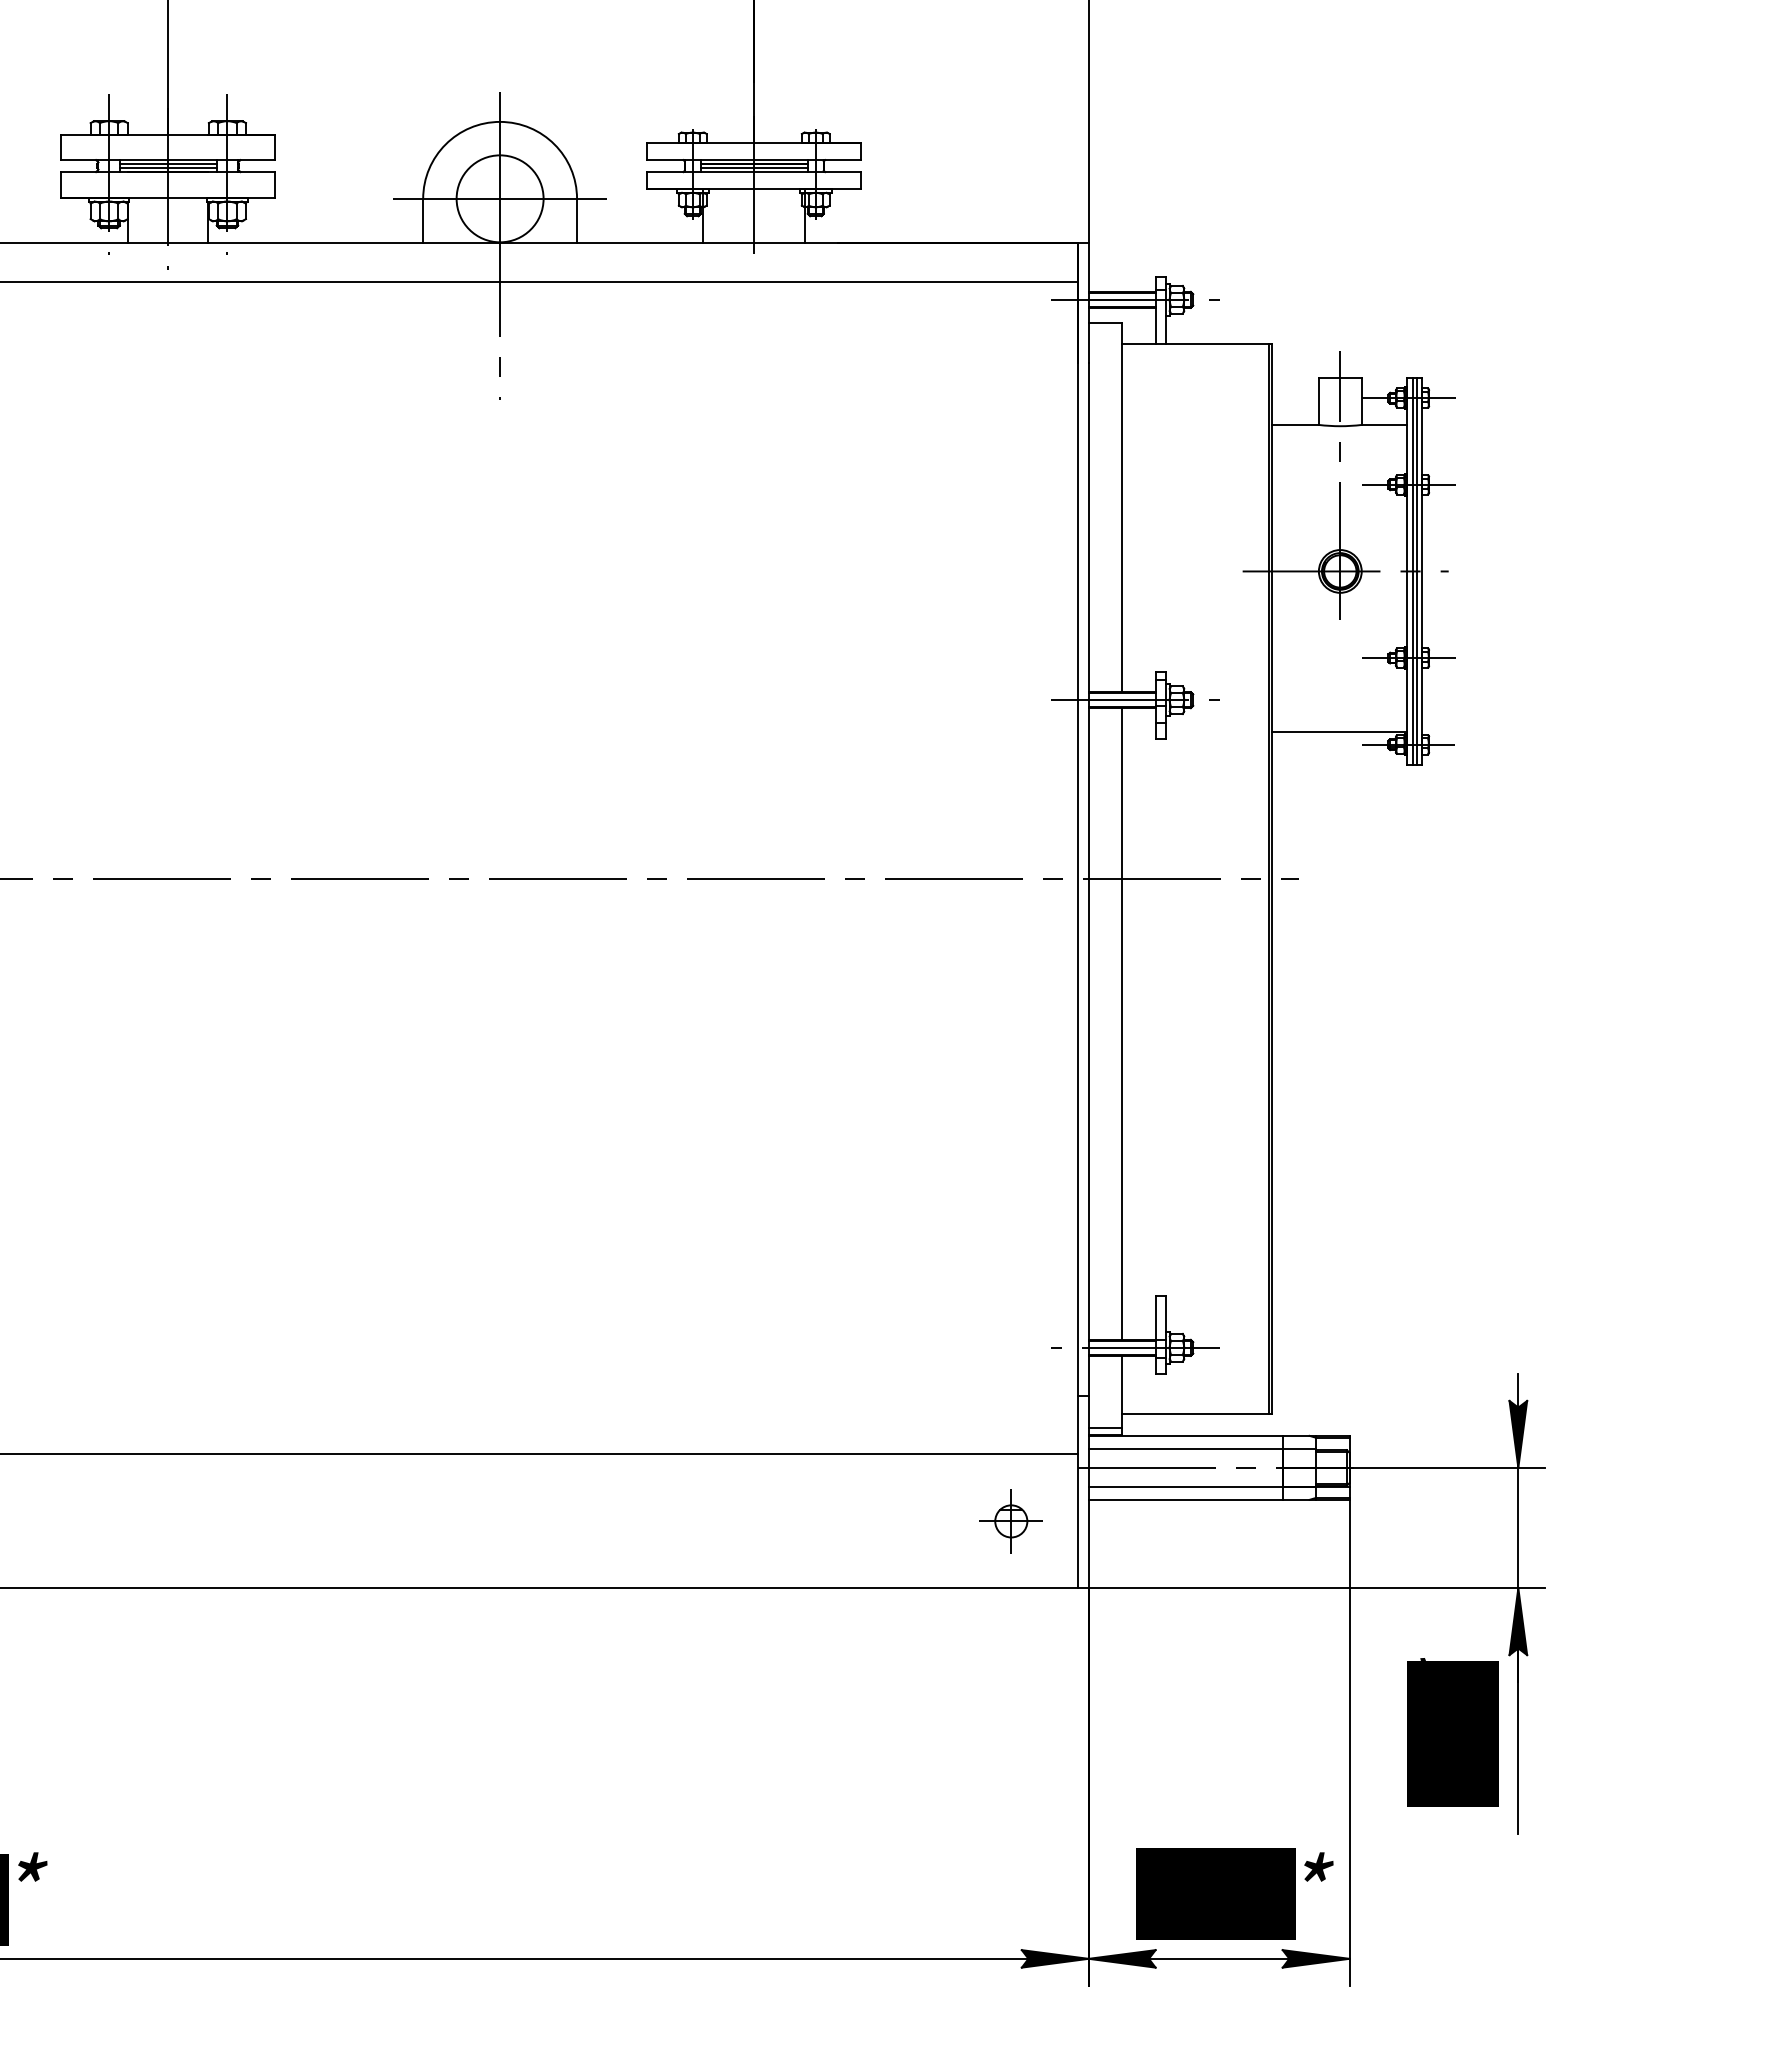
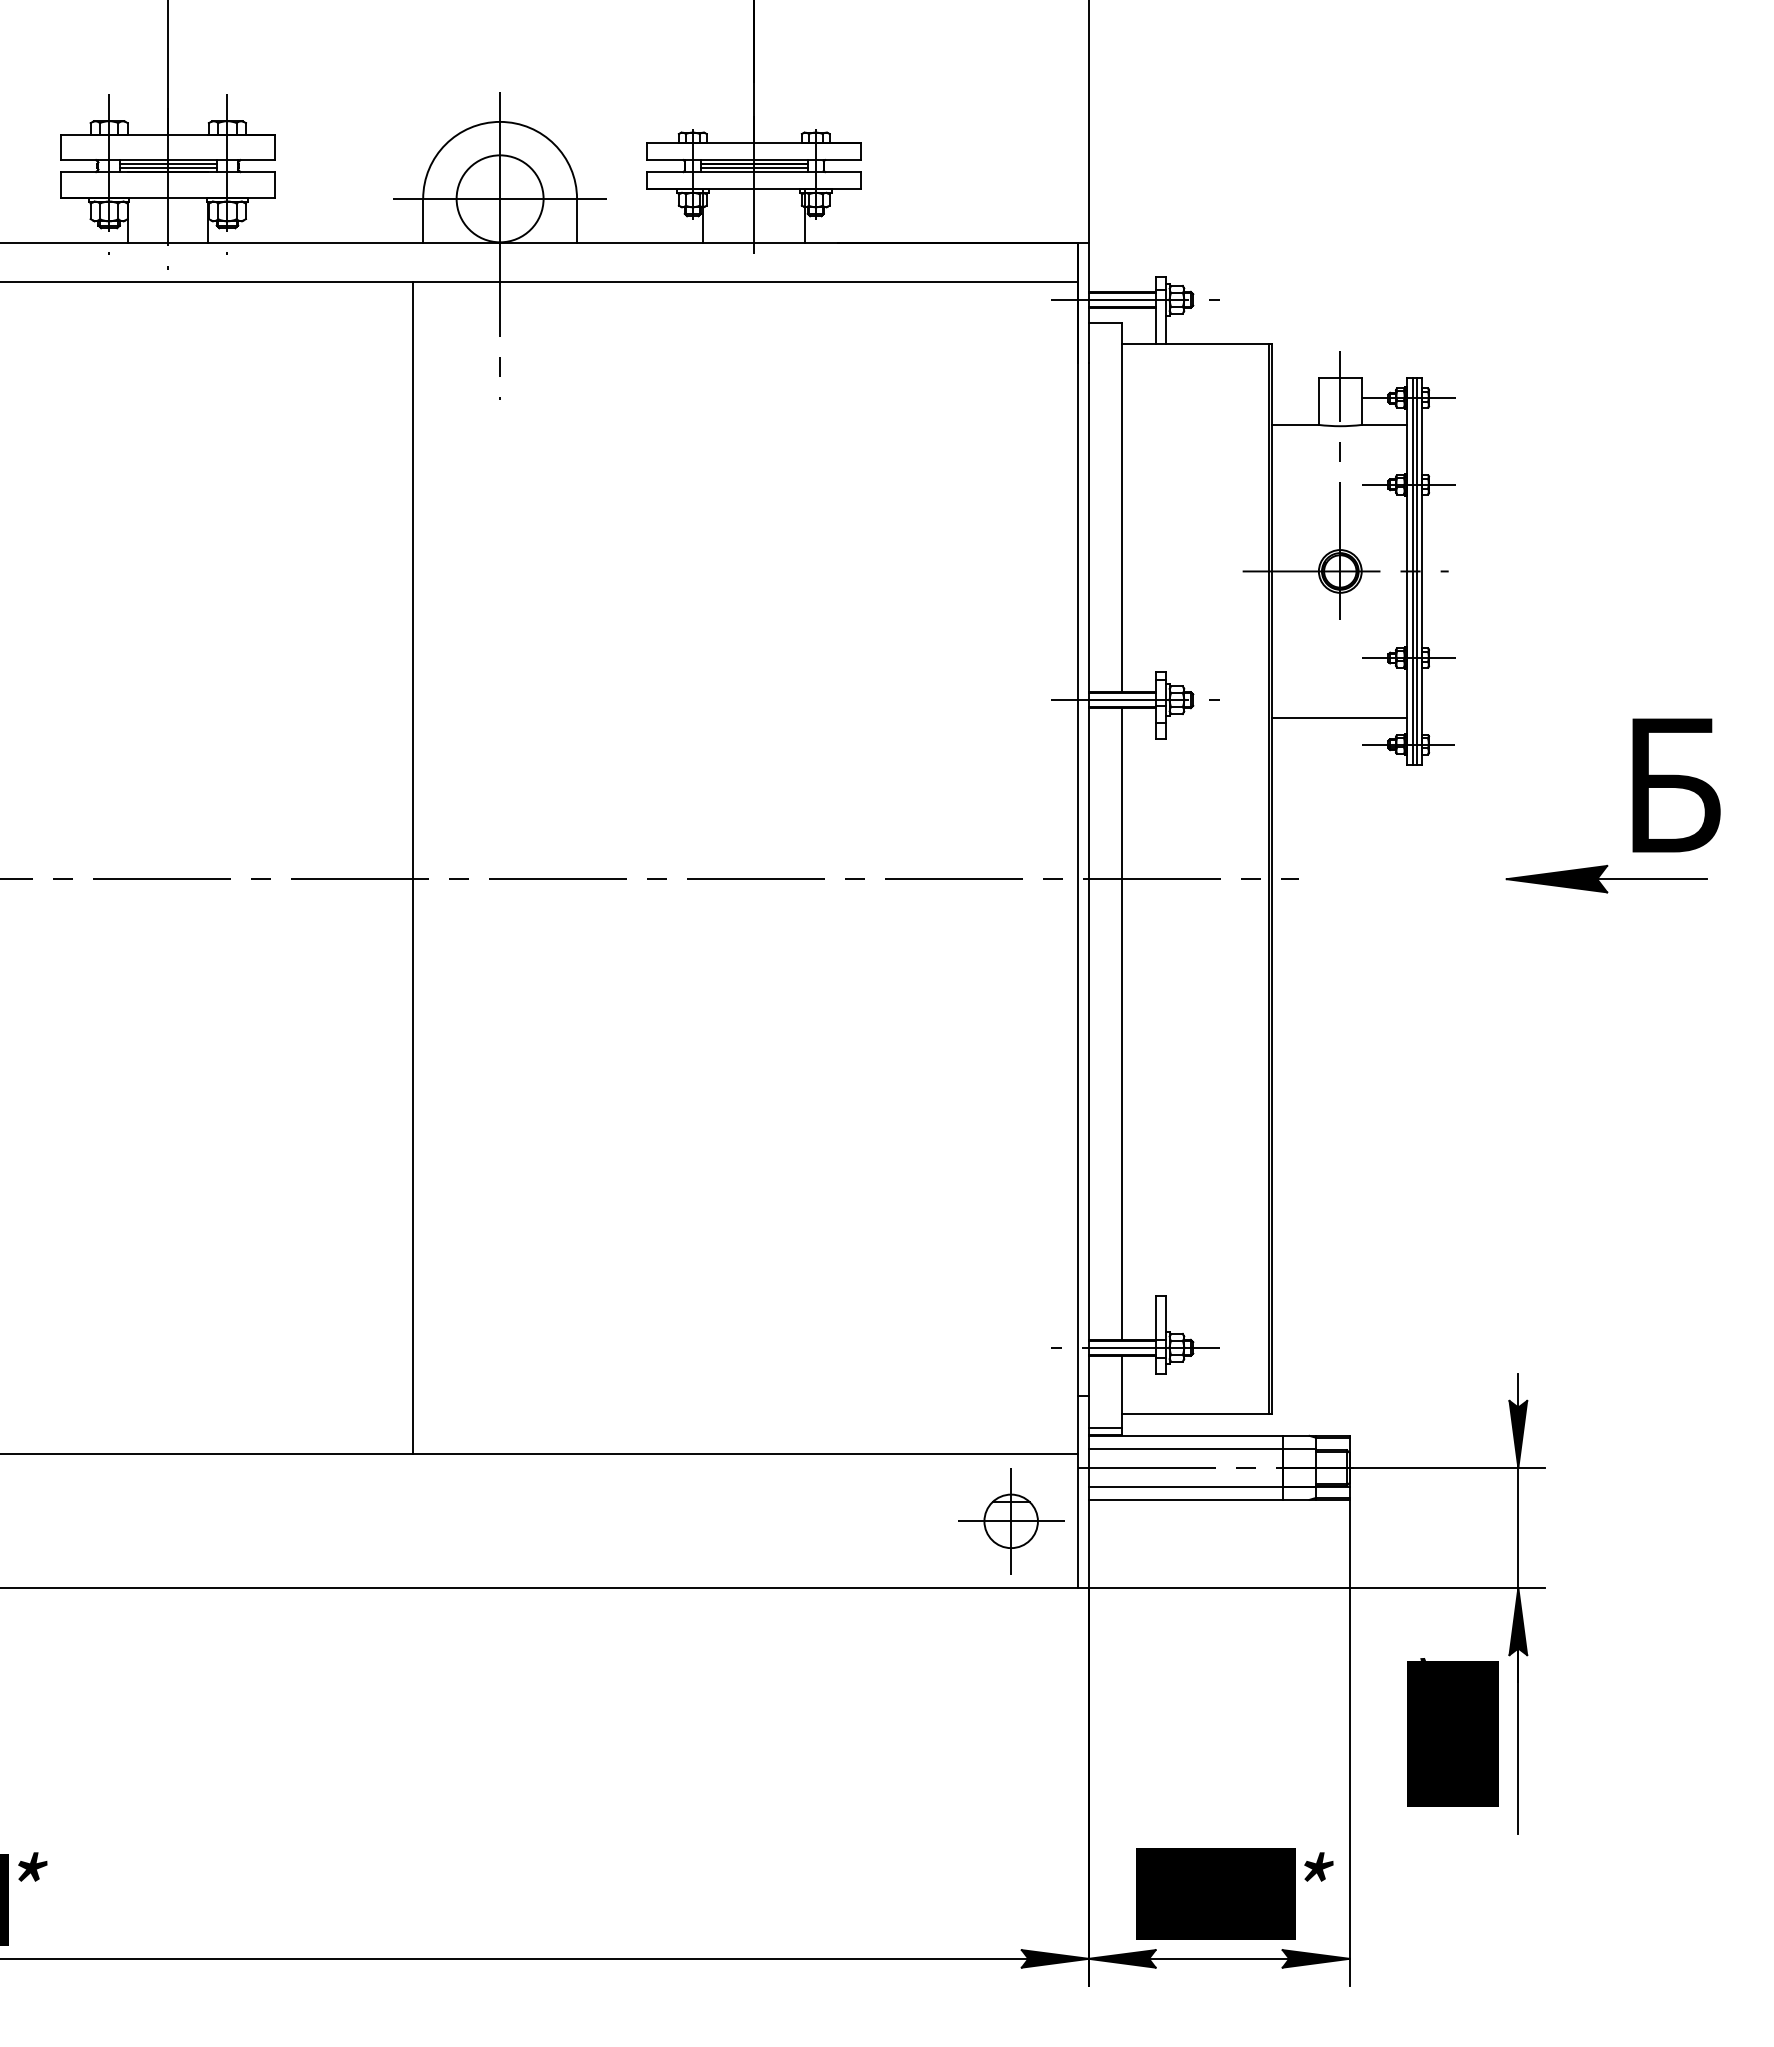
line at (1339, 731) position: (1339, 731) -> (1339, 717)
part at (1632, 805): none -> present
line at (413, 868): none -> present
part at (1010, 1521) size: 64x65 px -> 107x107 px
